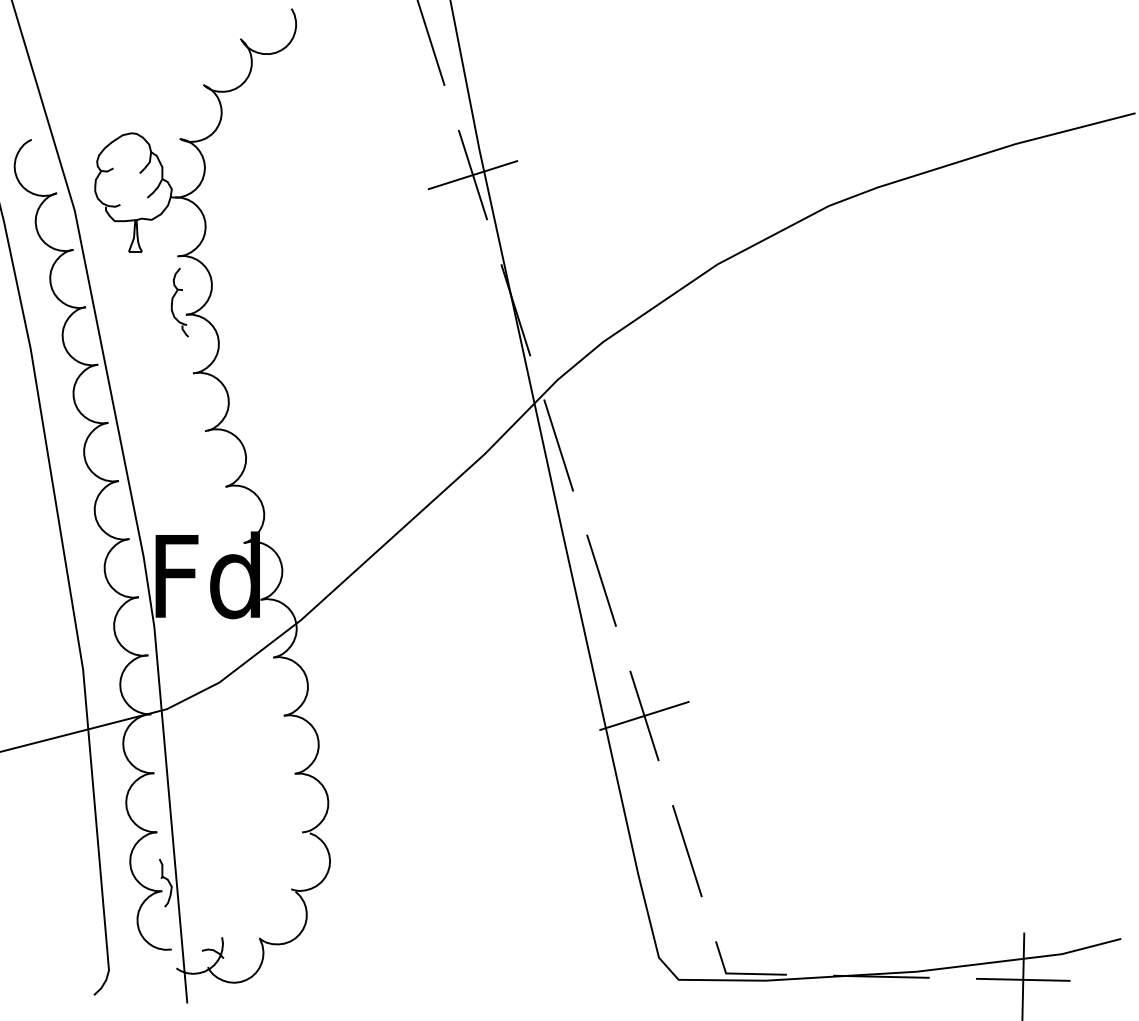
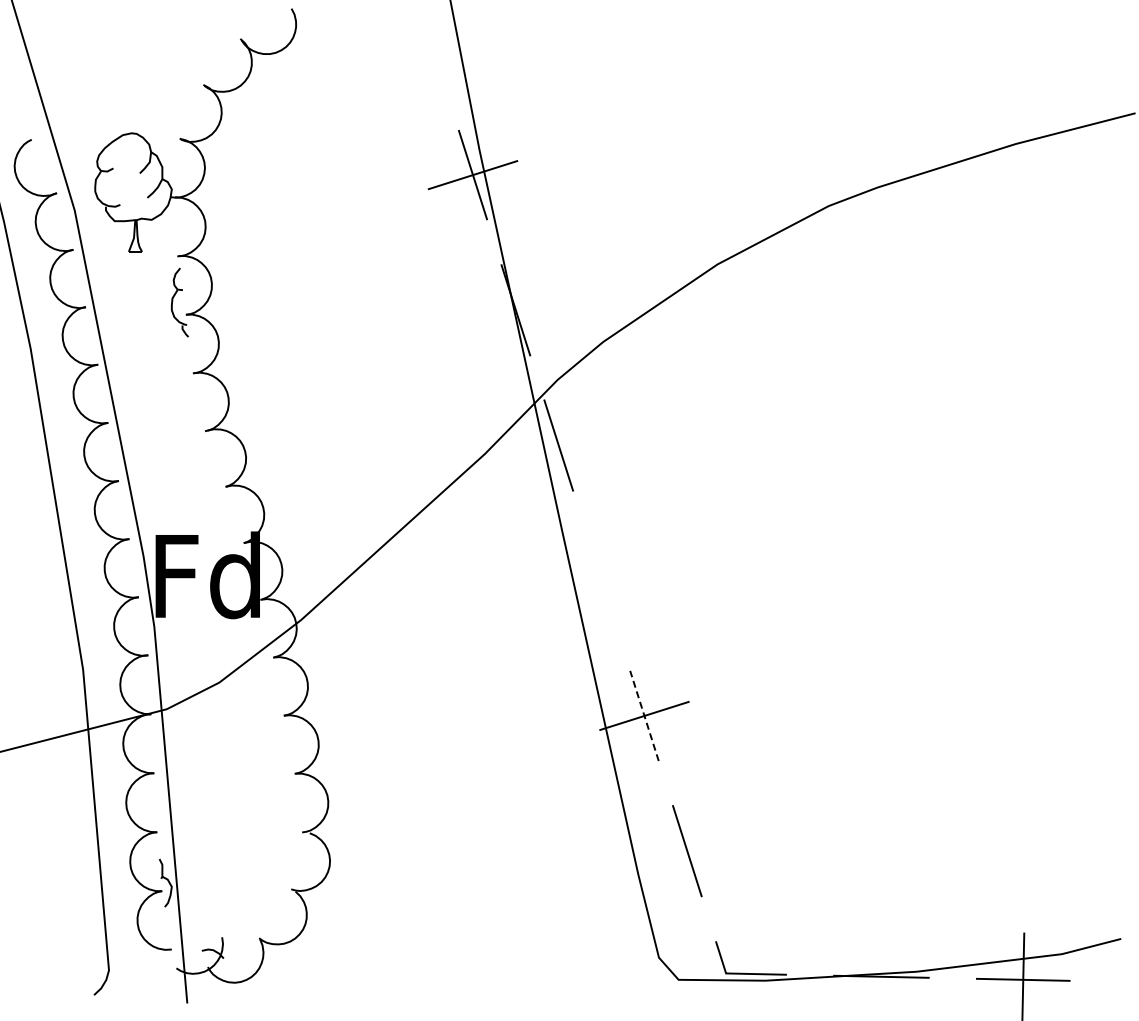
line at (431, 43): present -> none
line at (601, 580): present -> none
line at (644, 715): solid -> dashed
